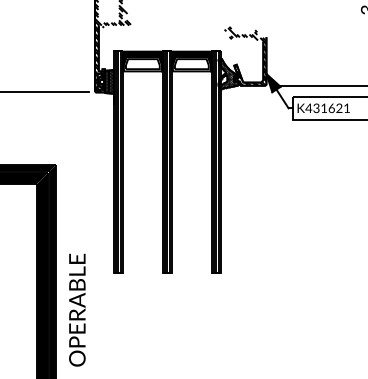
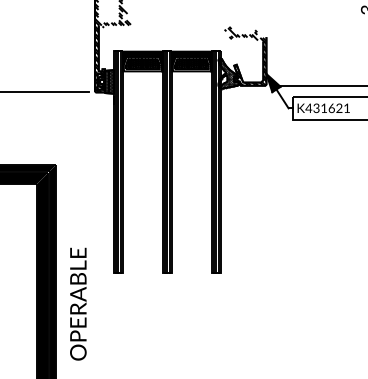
hatch at (142, 64): none -> present
hatch at (191, 64): none -> present
text at (77, 309) position: (77, 309) -> (78, 303)
